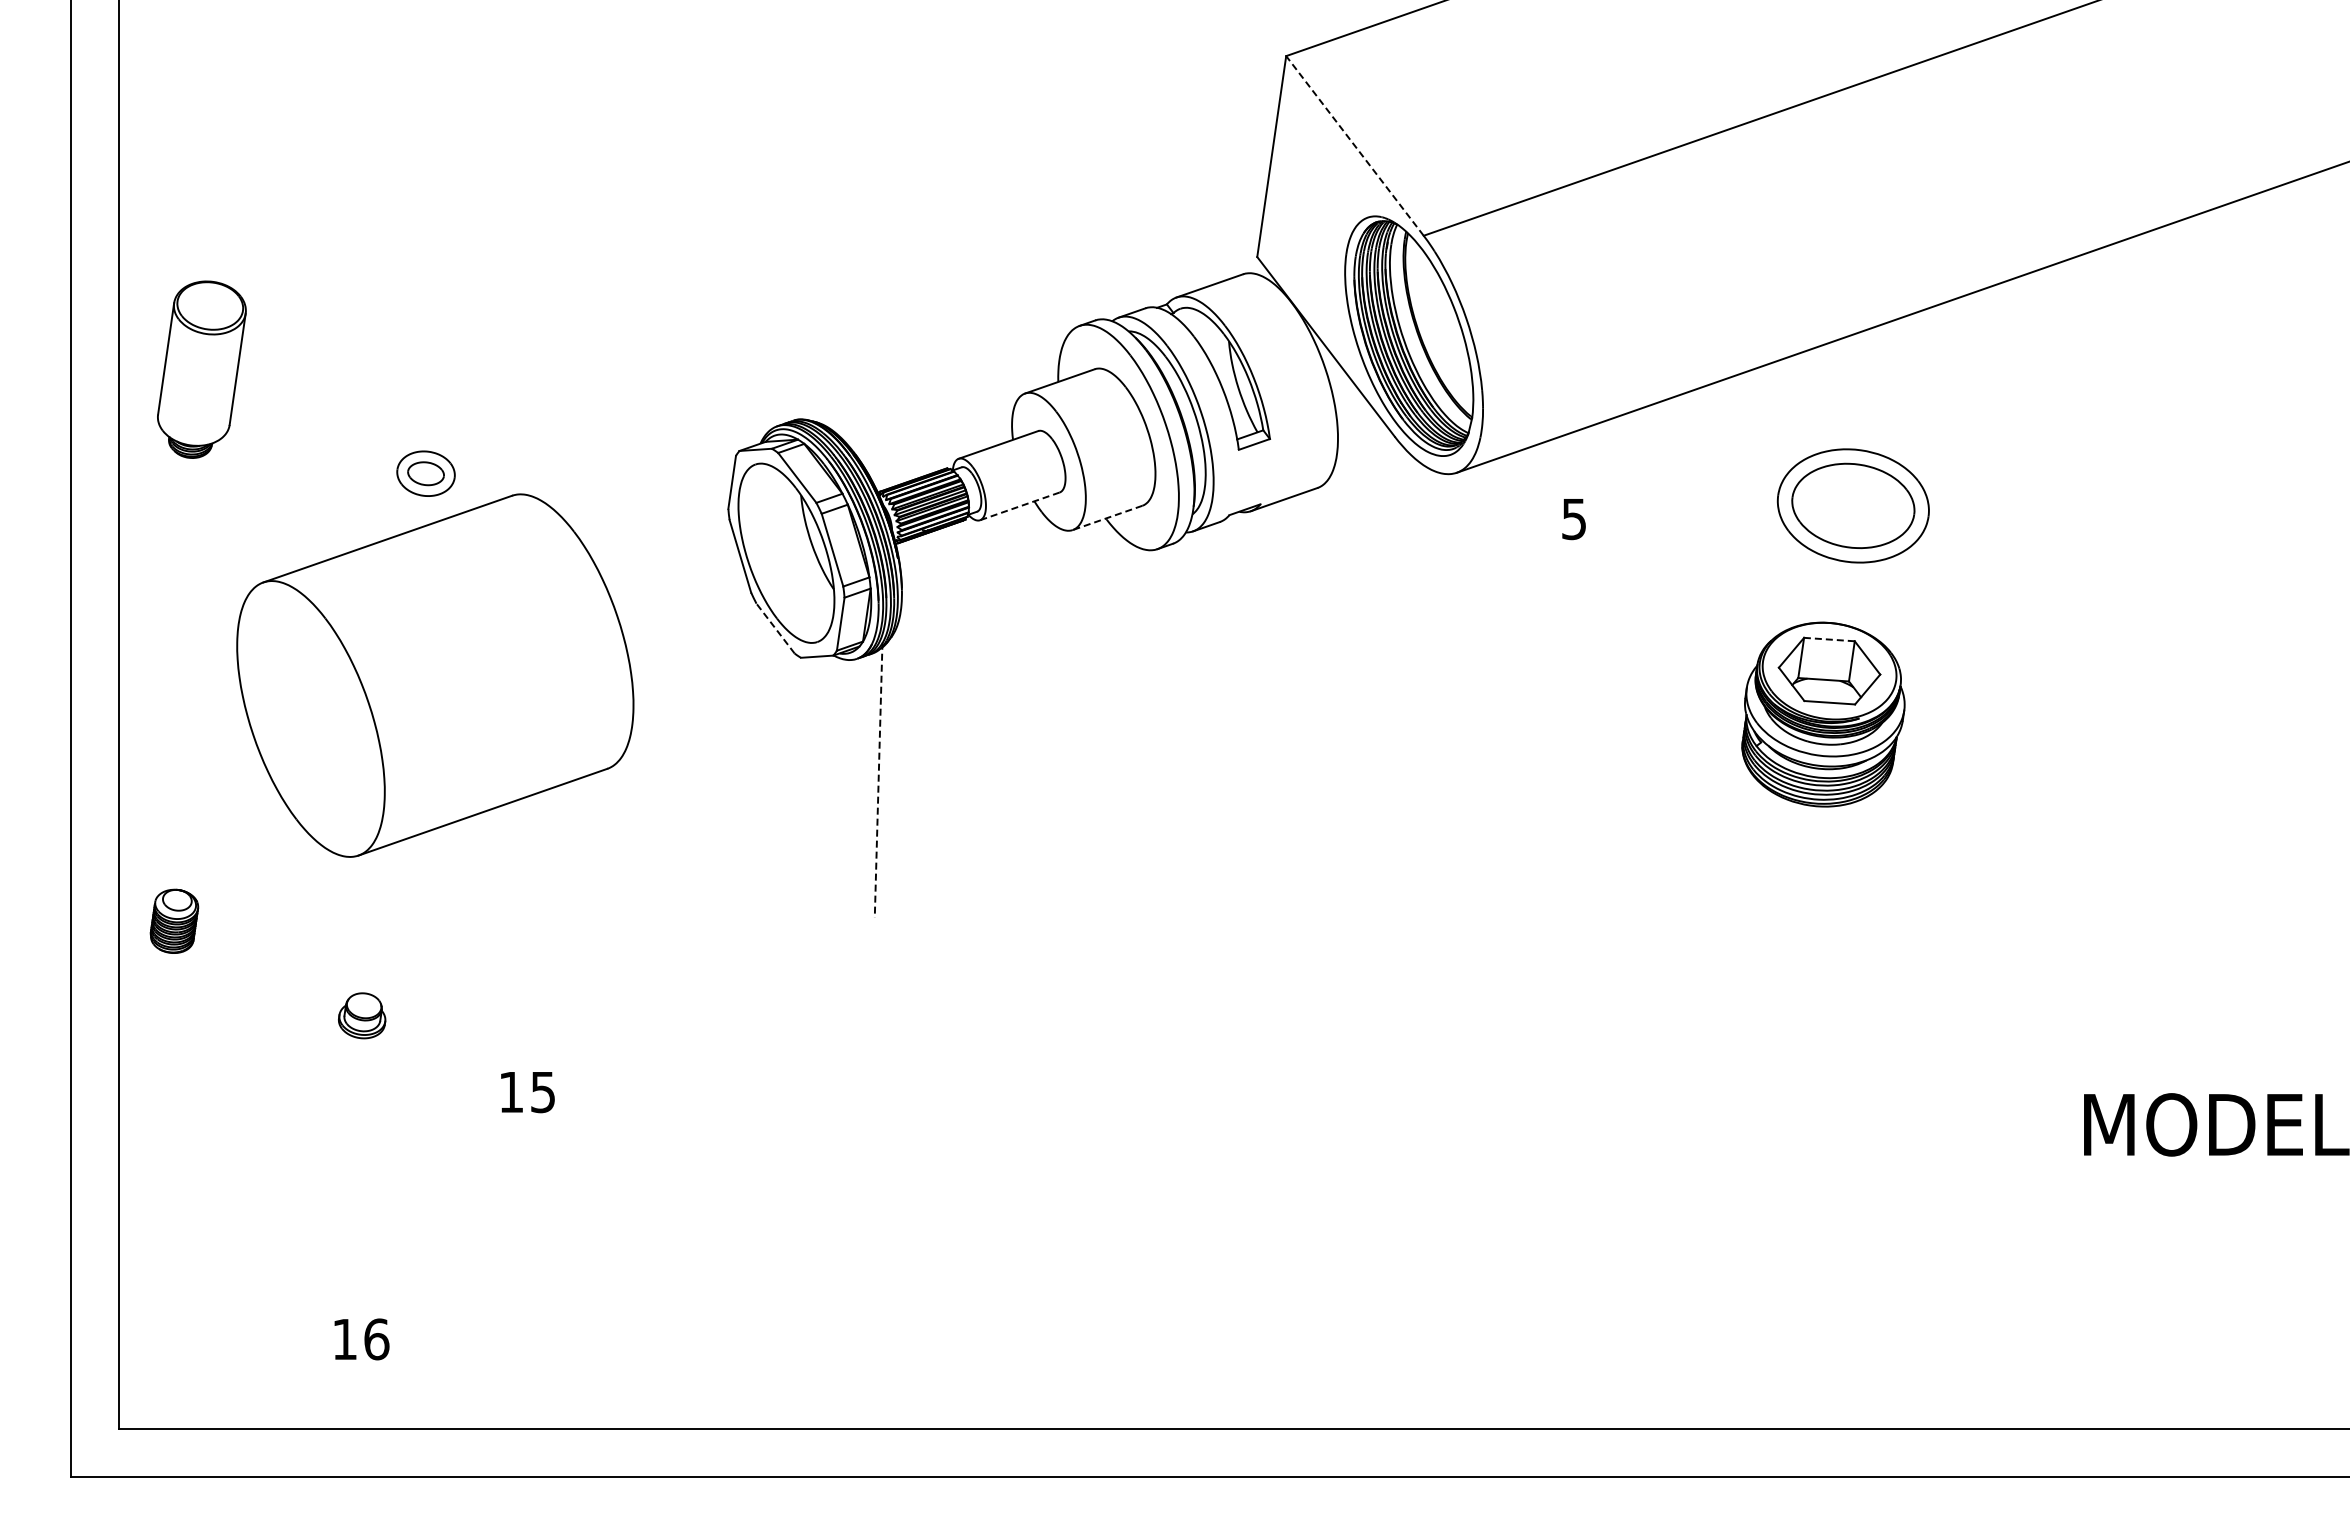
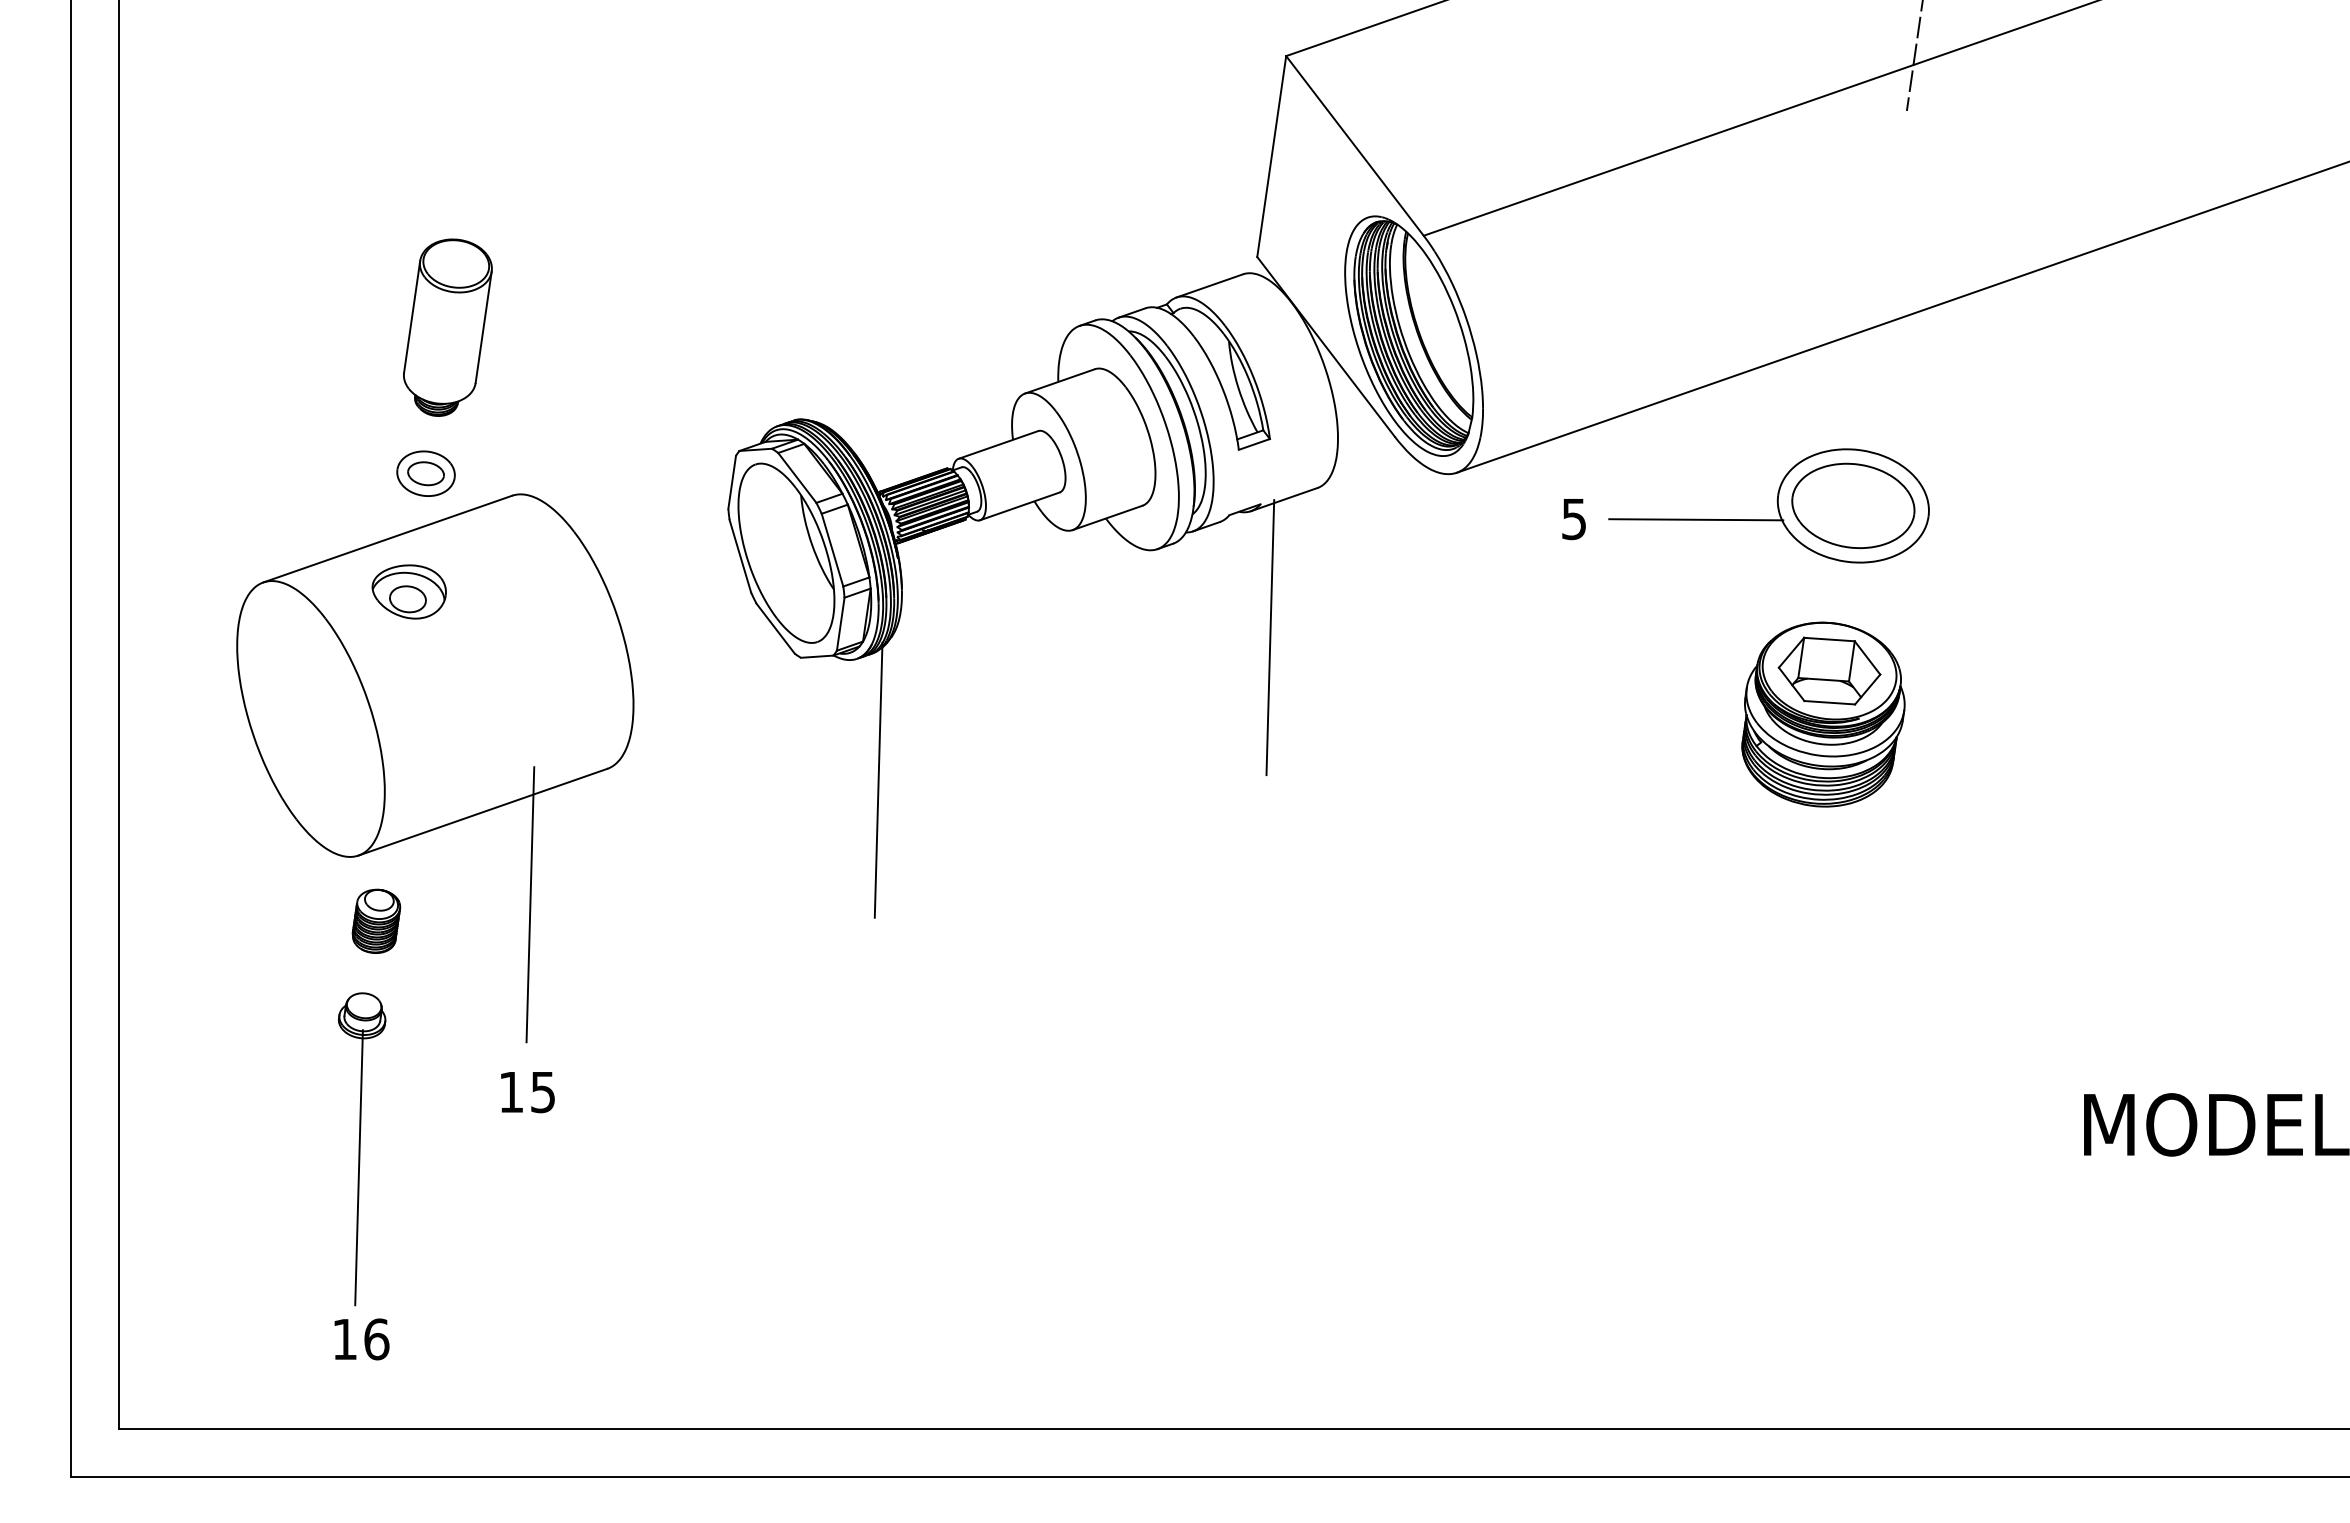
line at (1914, 56): none -> present
line at (1354, 145): dashed -> solid
part at (201, 369) position: (201, 369) -> (447, 327)
line at (1019, 506): dashed -> solid
line at (1107, 517): dashed -> solid
line at (1696, 519): none -> present
part at (408, 591): none -> present
line at (775, 628): dashed -> solid
line at (1270, 637): none -> present
line at (1828, 639): dashed -> solid
line at (878, 780): dashed -> solid
line at (530, 904): none -> present
part at (174, 920) position: (174, 920) -> (376, 920)
line at (358, 1167): none -> present
